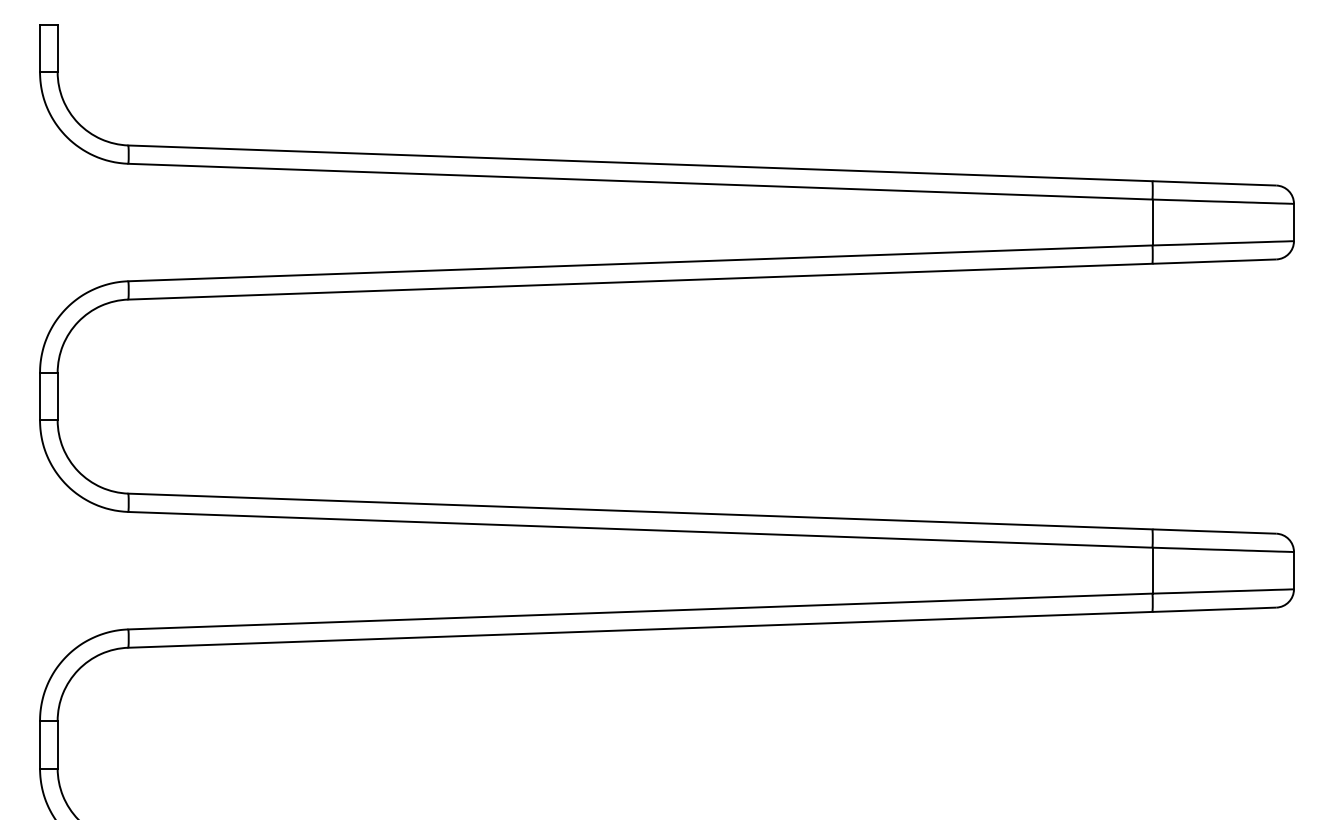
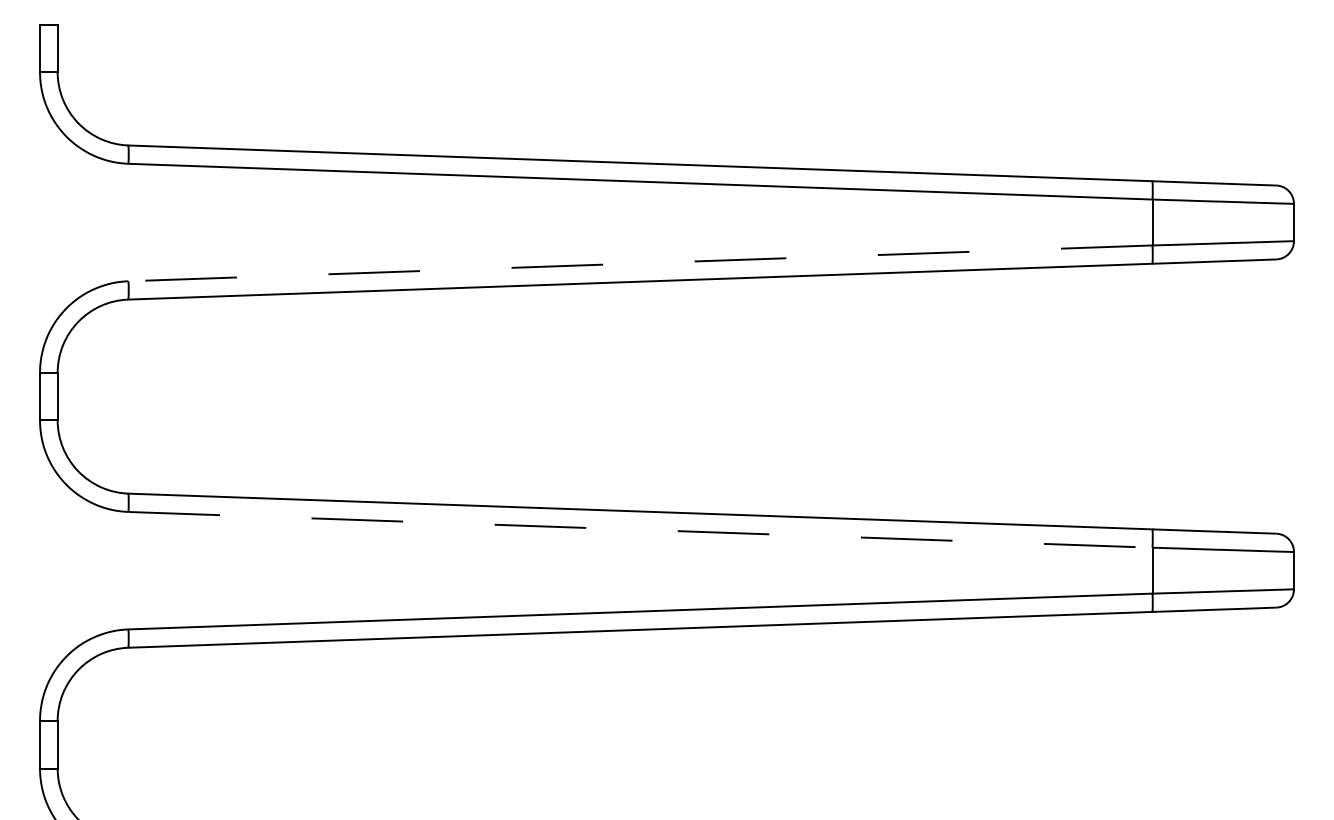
line at (639, 263): solid -> dashed
line at (640, 529): solid -> dashed
